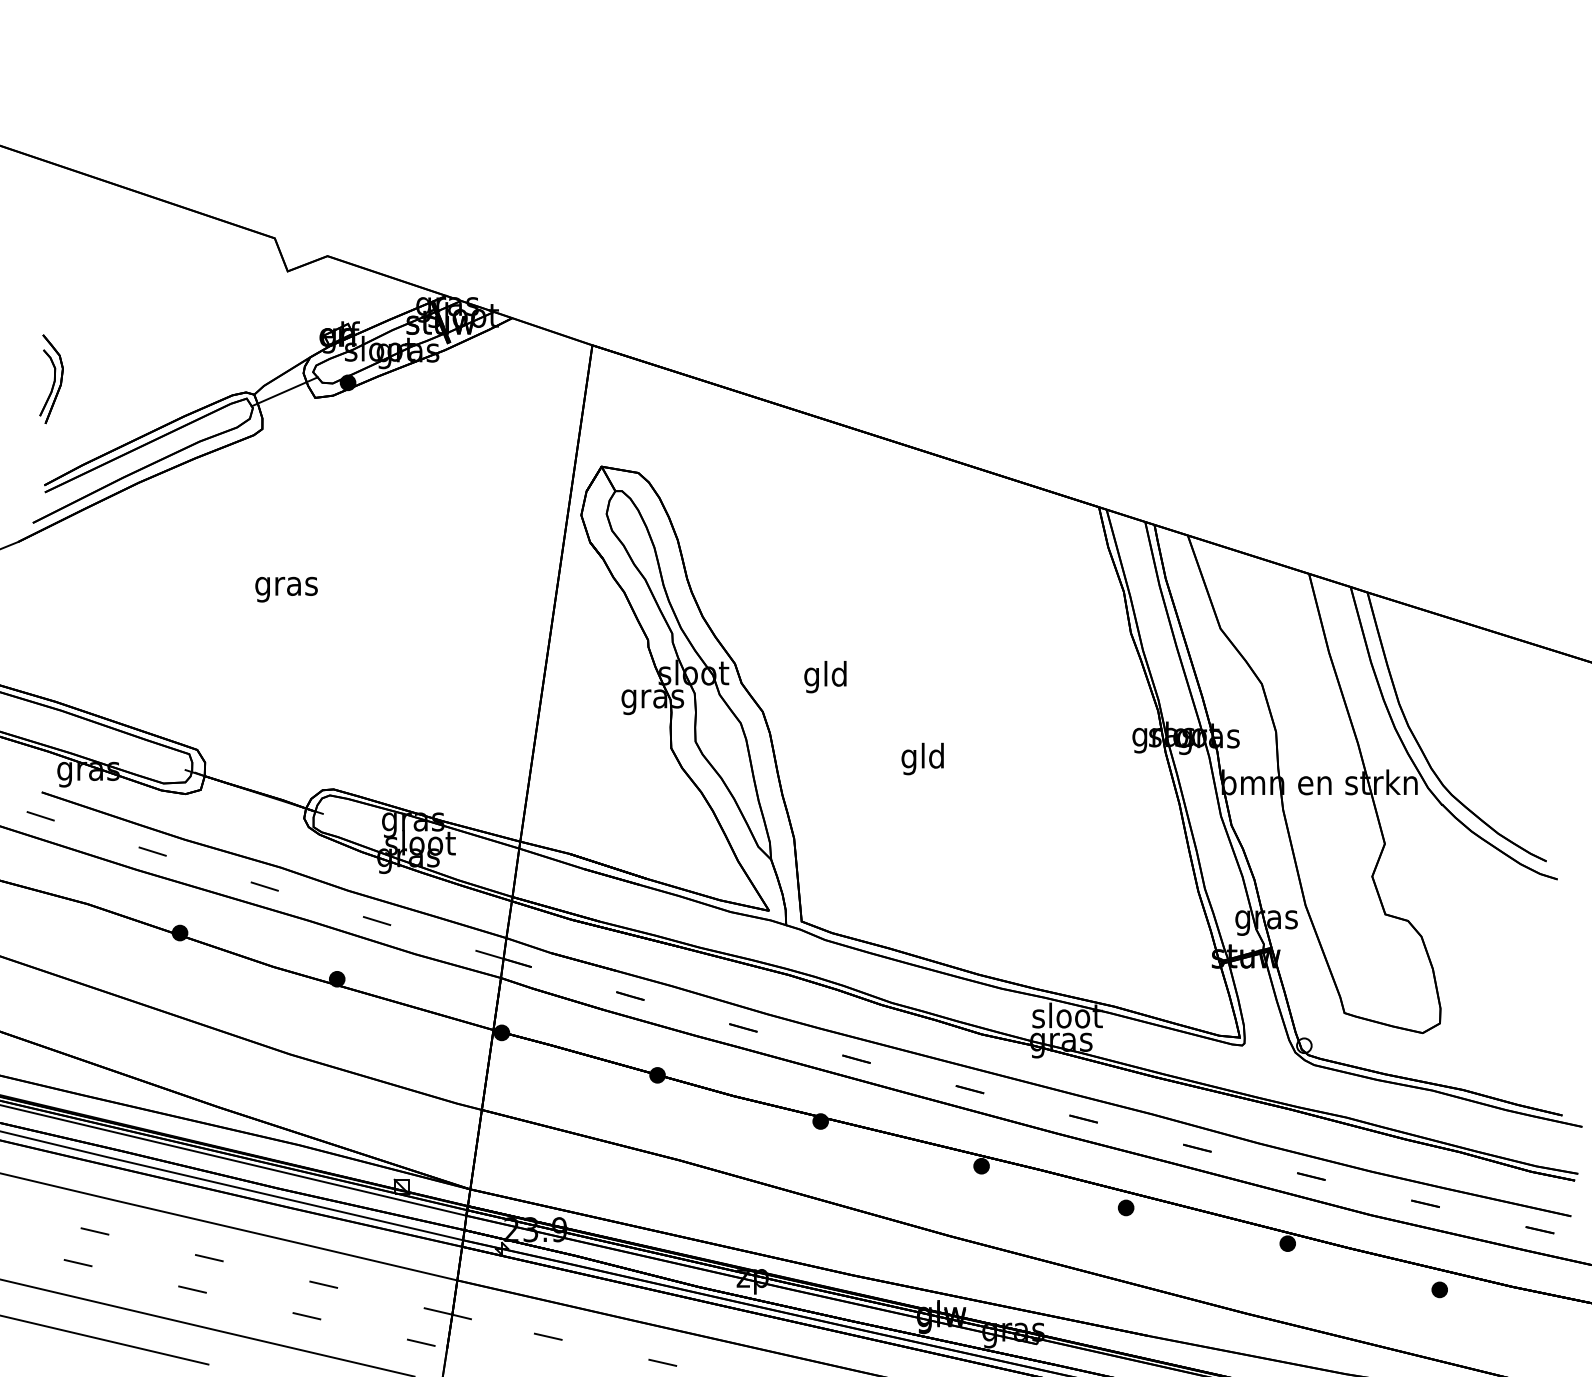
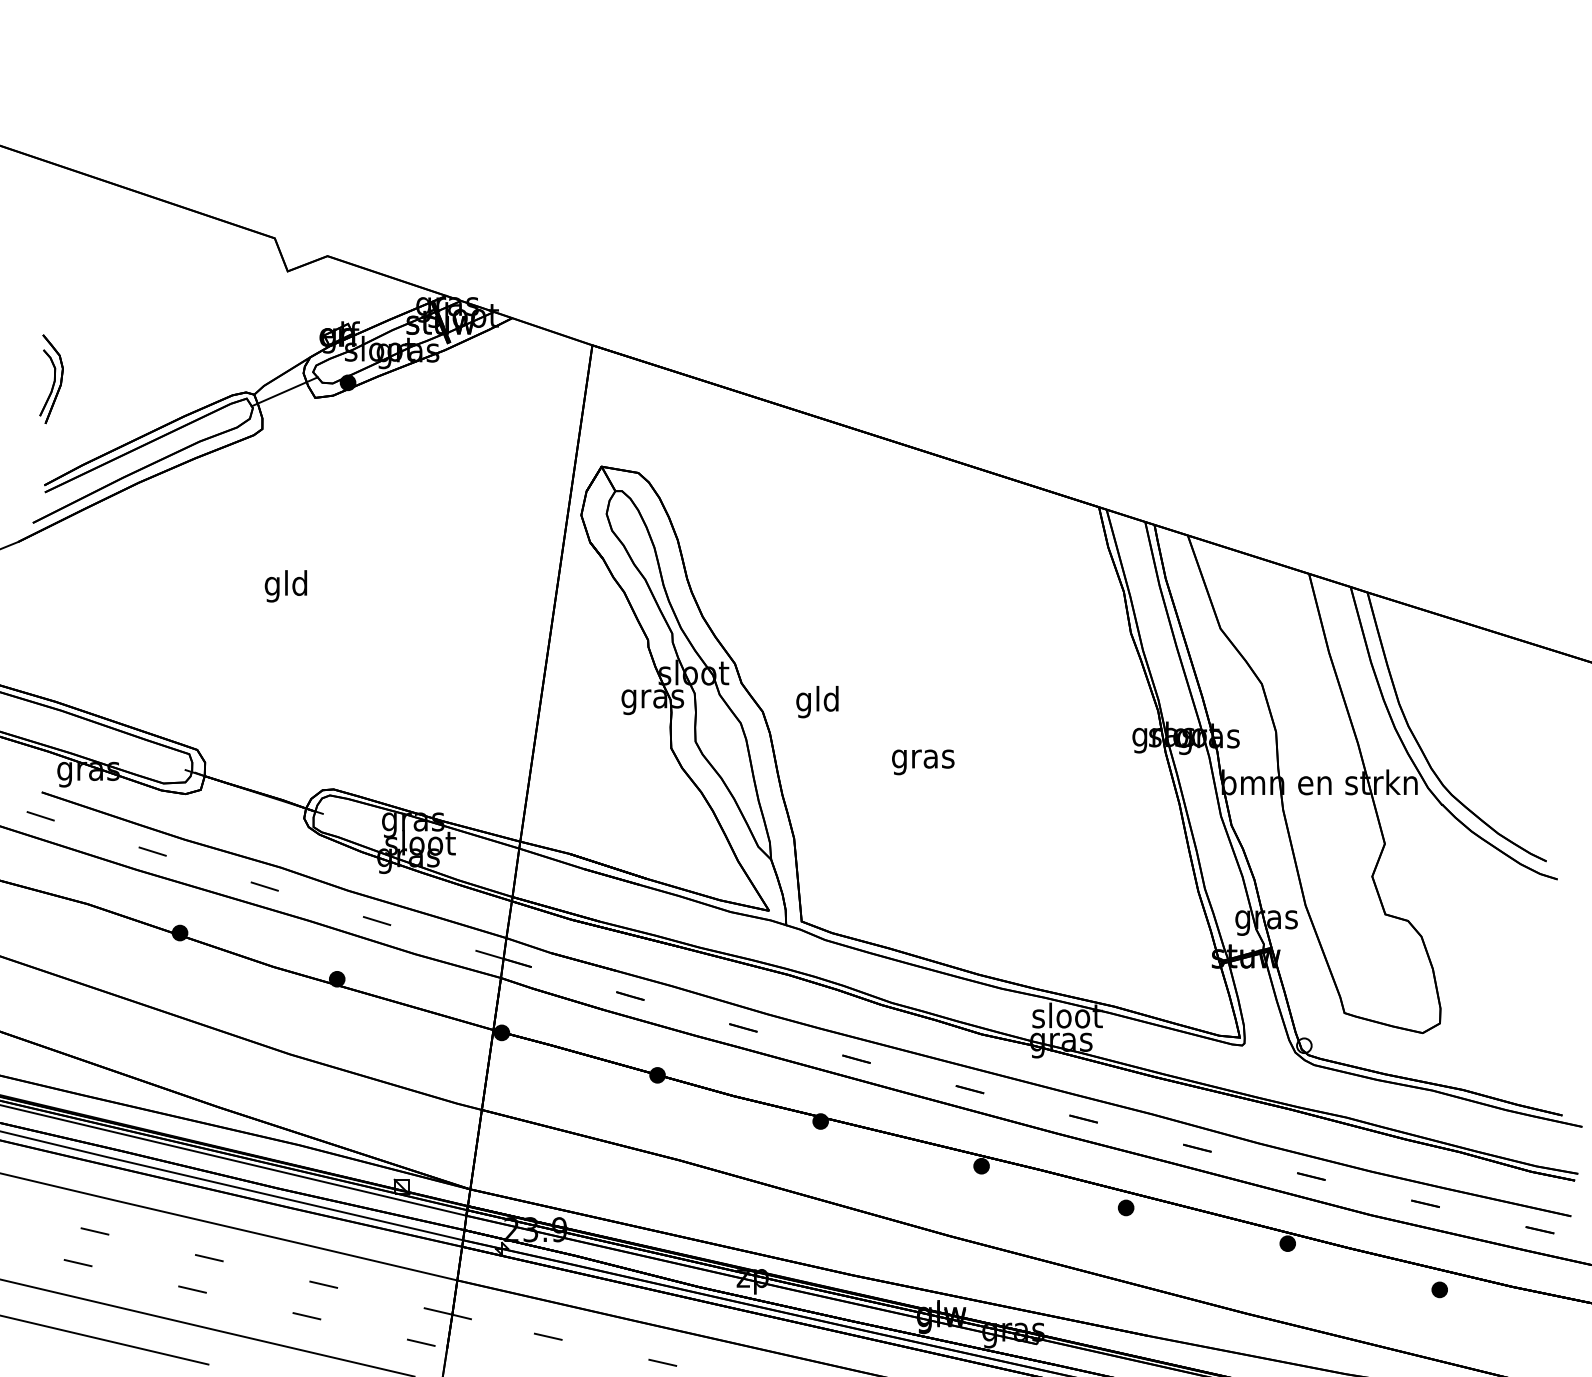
text at (286, 586): gras -> gld
text at (825, 677) position: (825, 677) -> (817, 702)
text at (923, 758): gld -> gras
